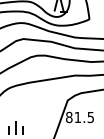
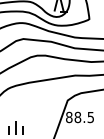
text at (77, 117): 81.5 -> 88.5
